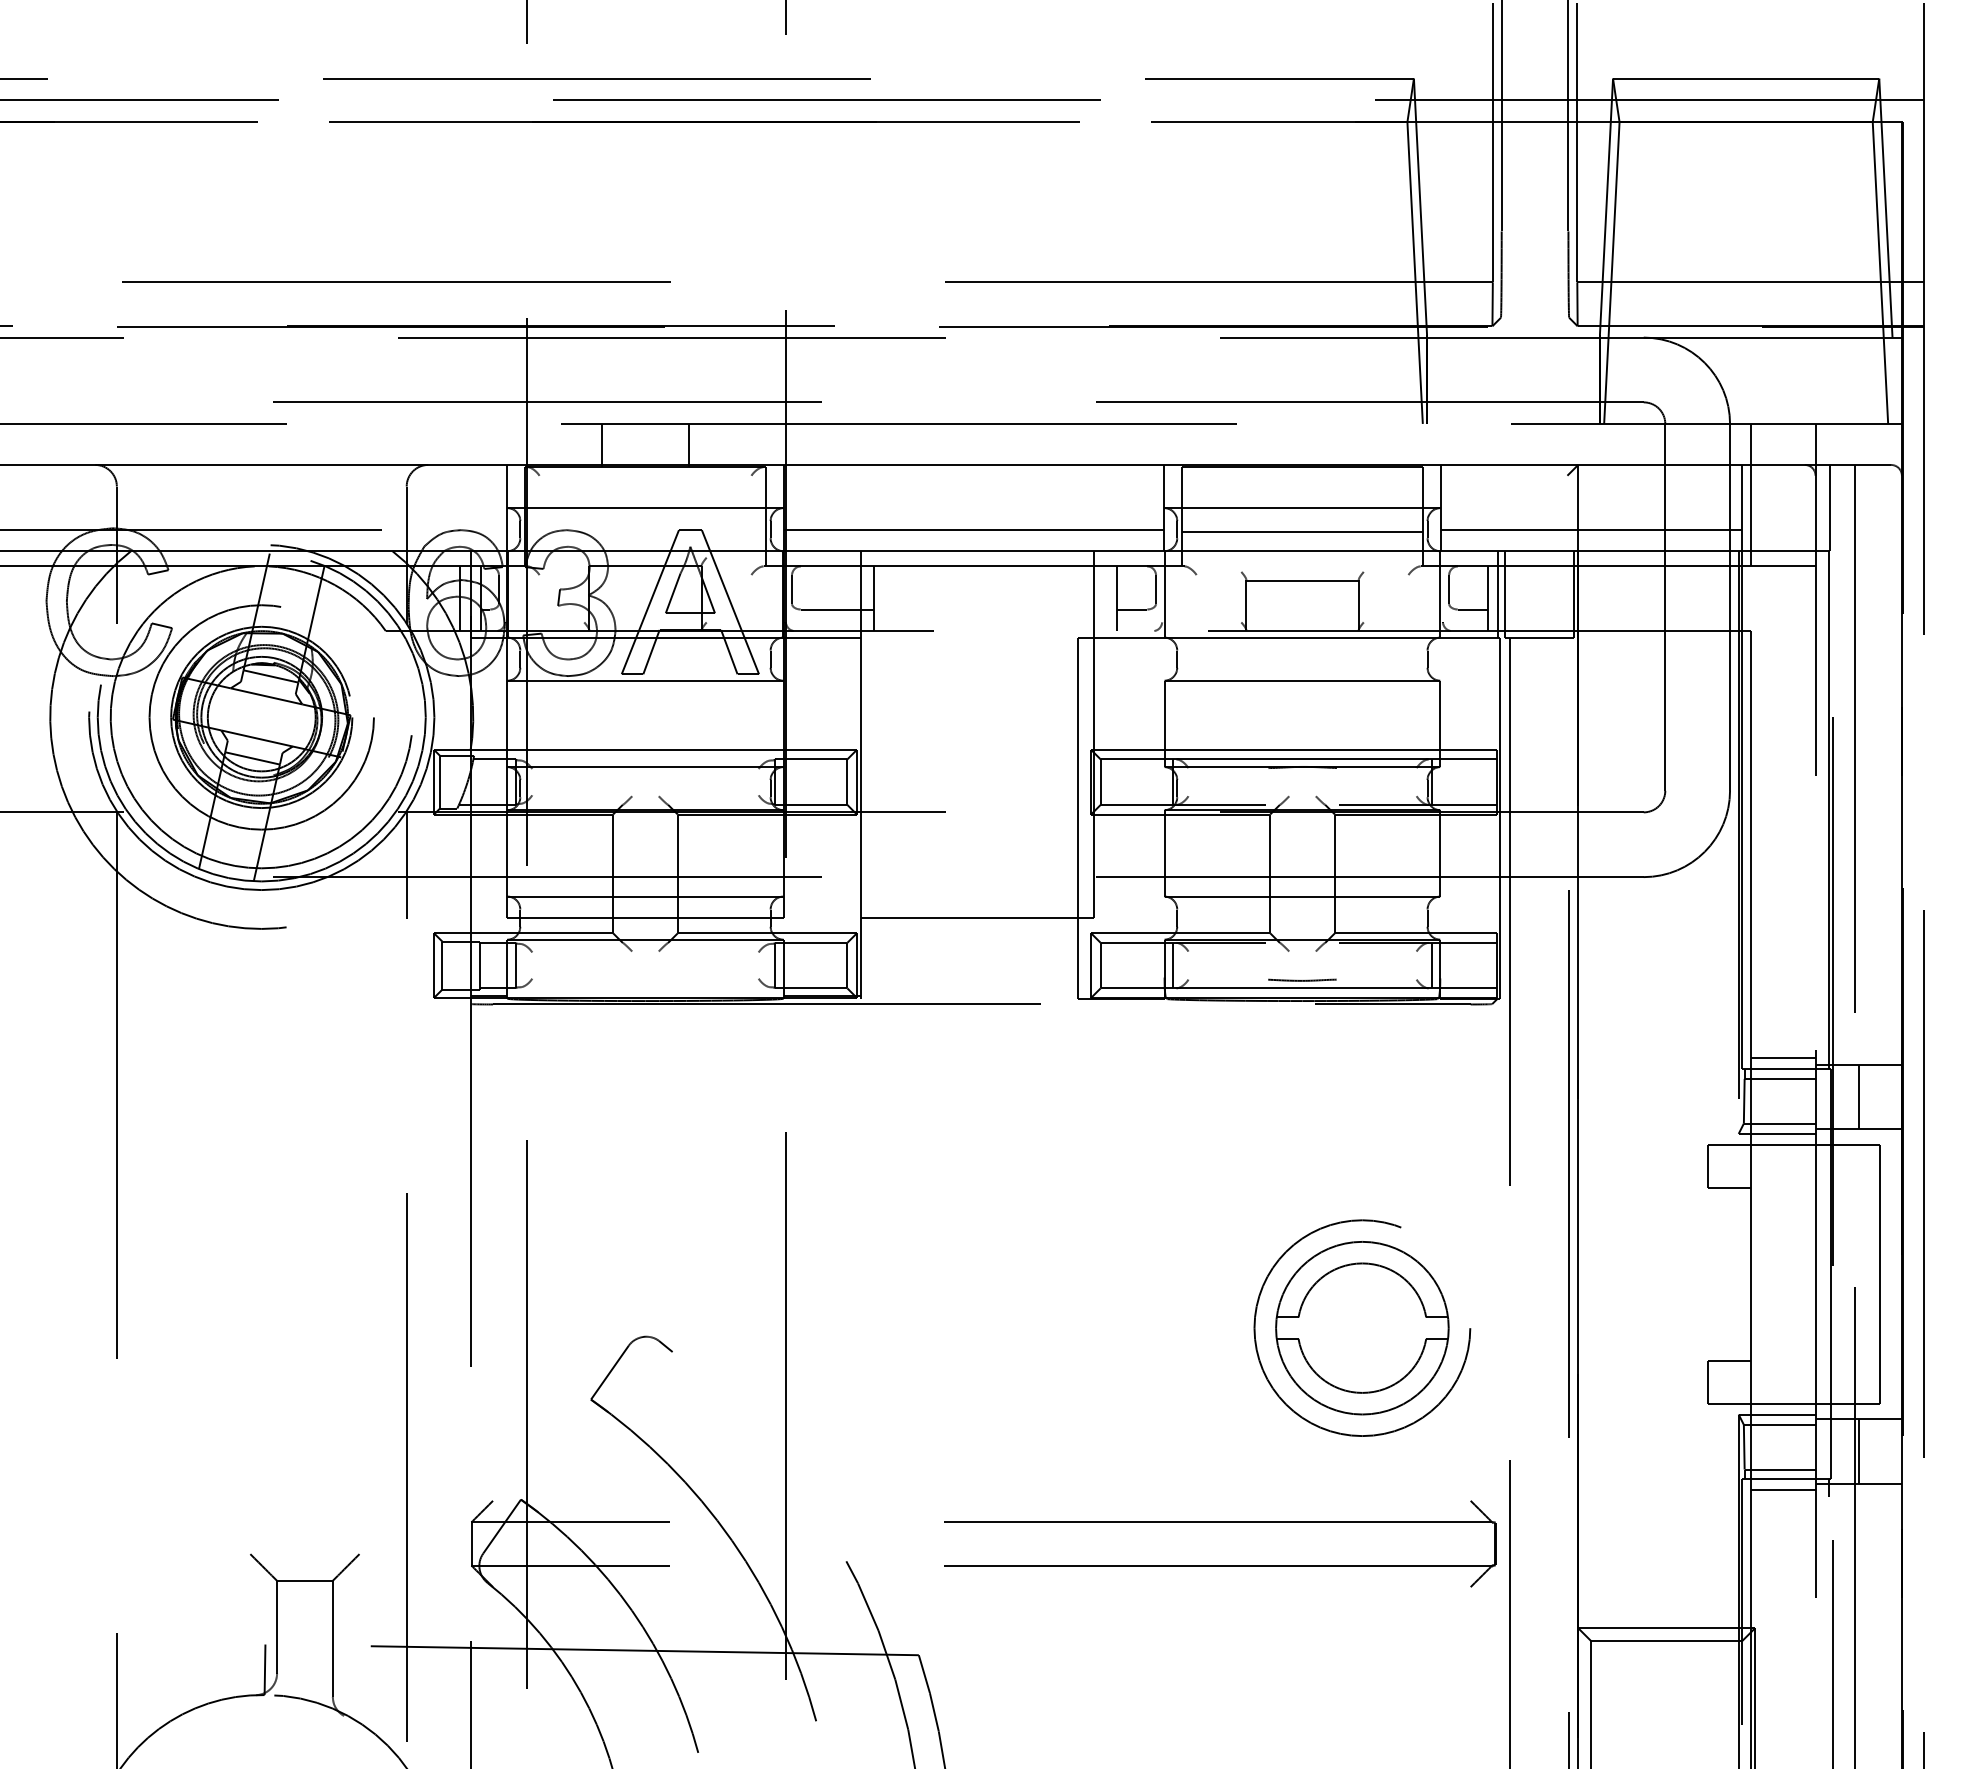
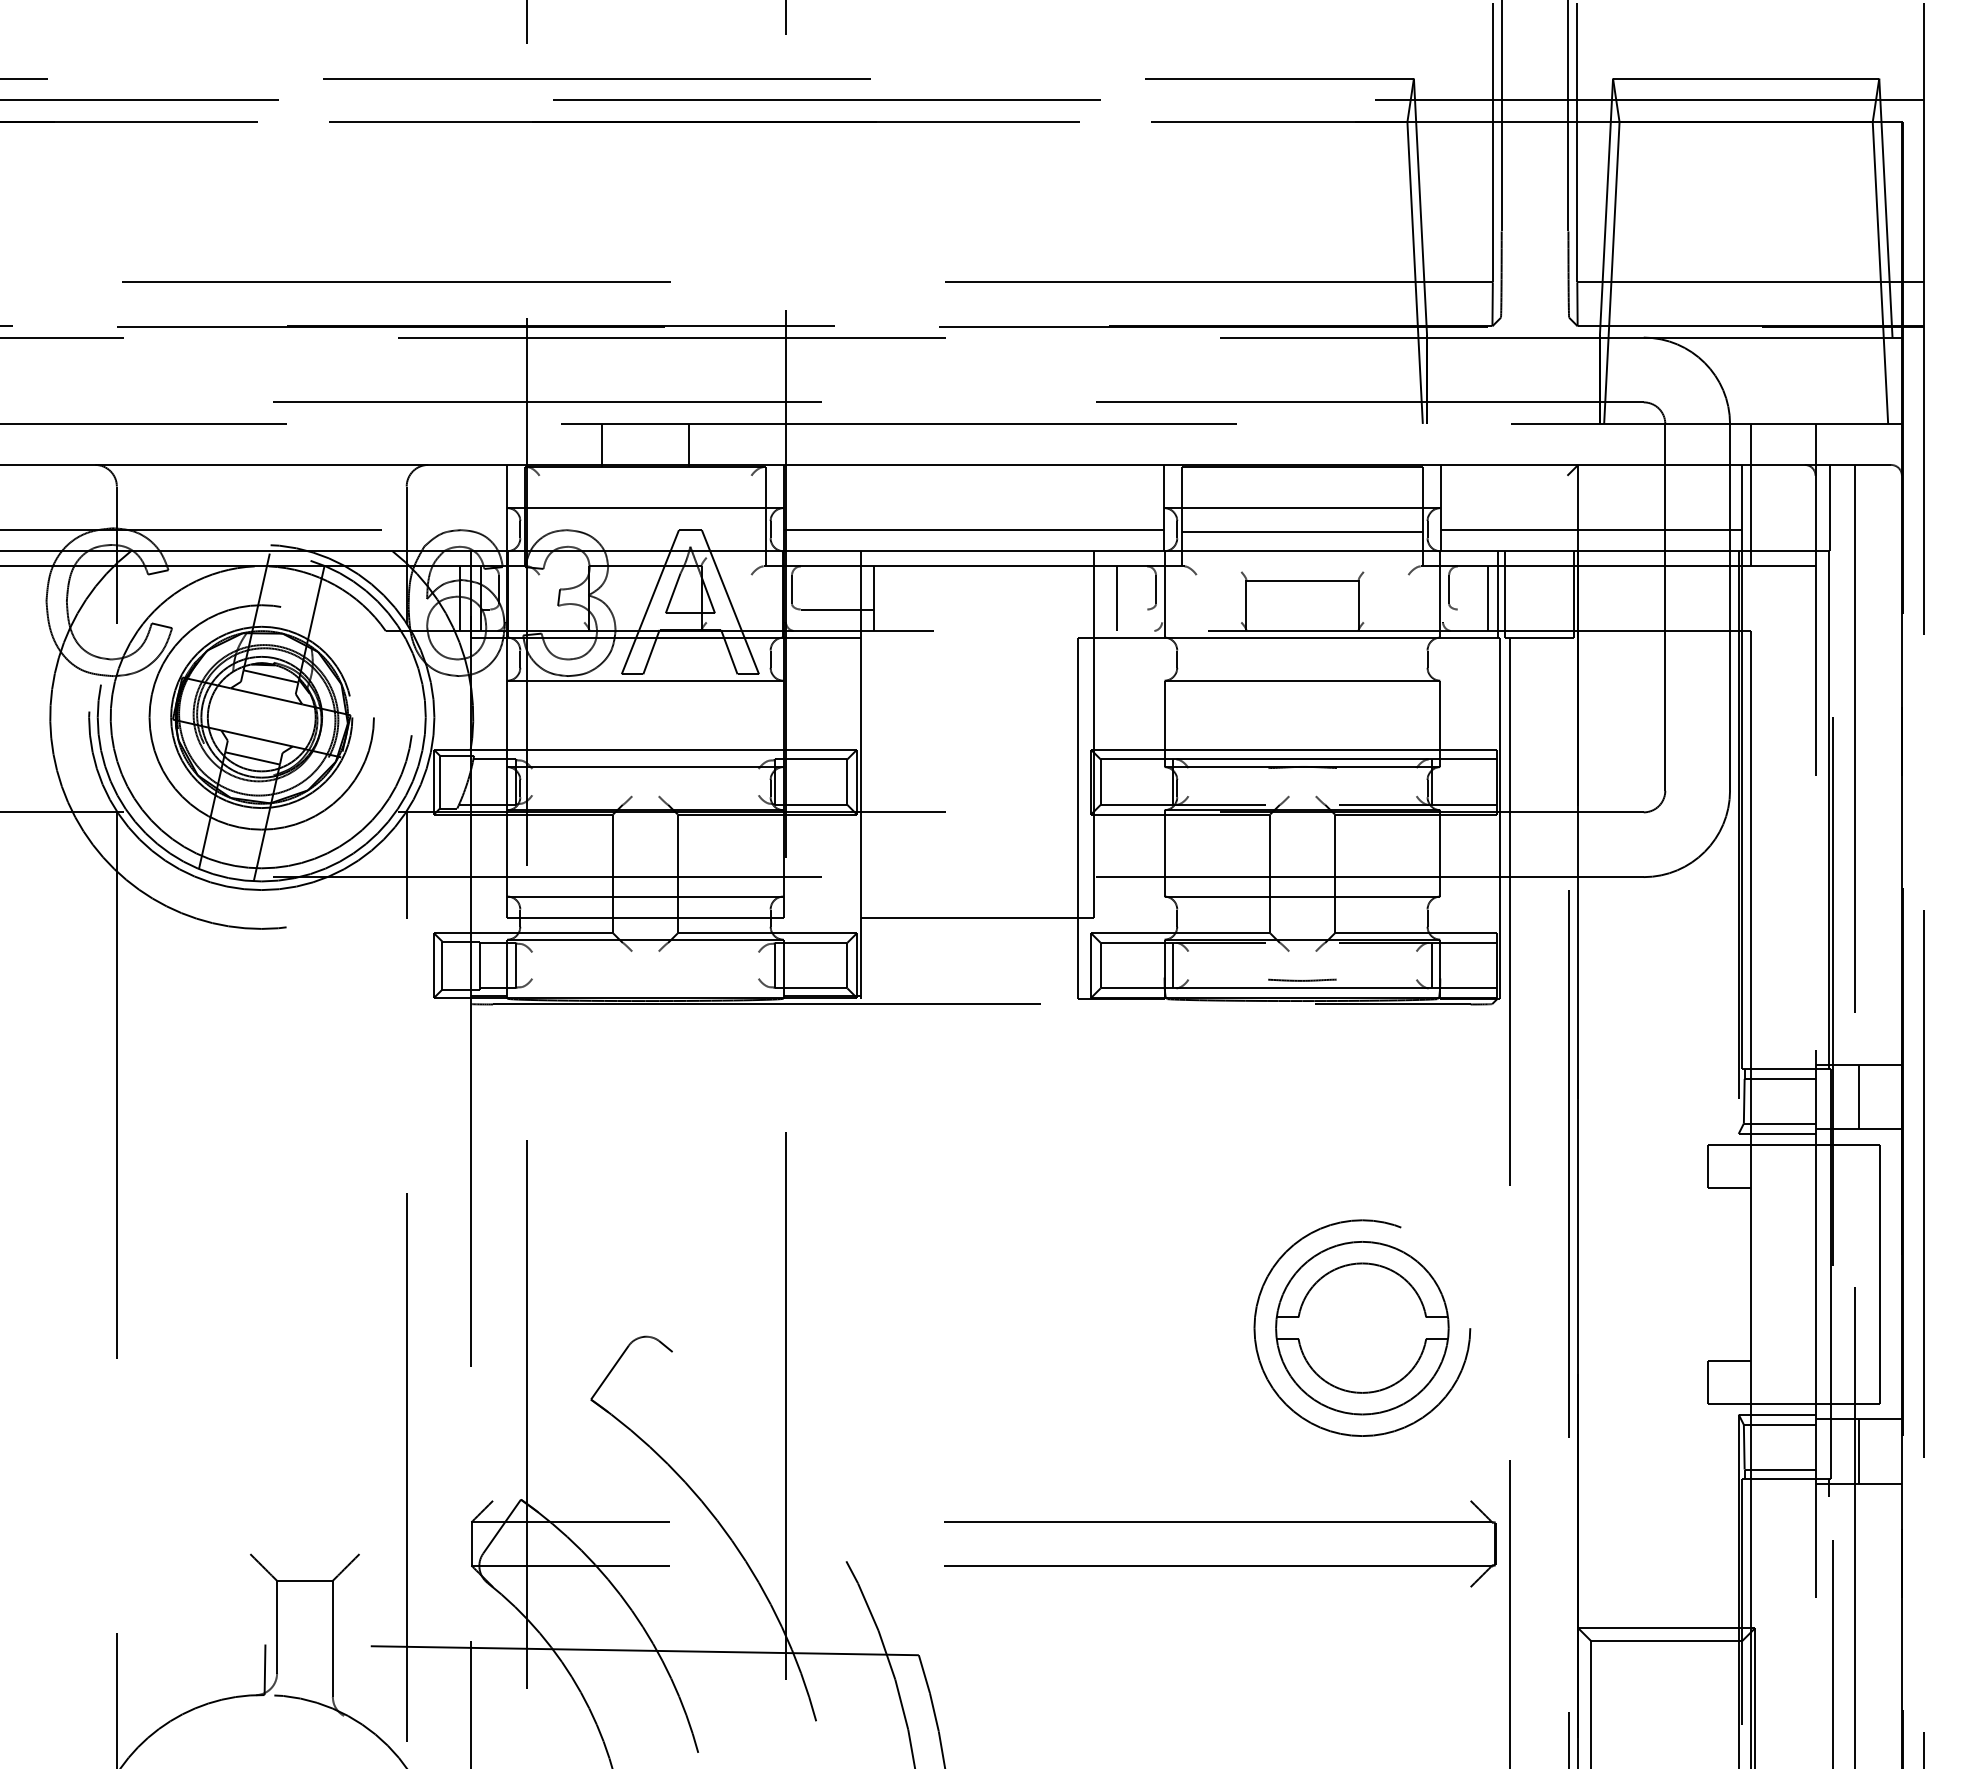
line at (1131, 609): present -> none
line at (1472, 609): present -> none
line at (1782, 1058): present -> none
line at (1782, 1490): present -> none
